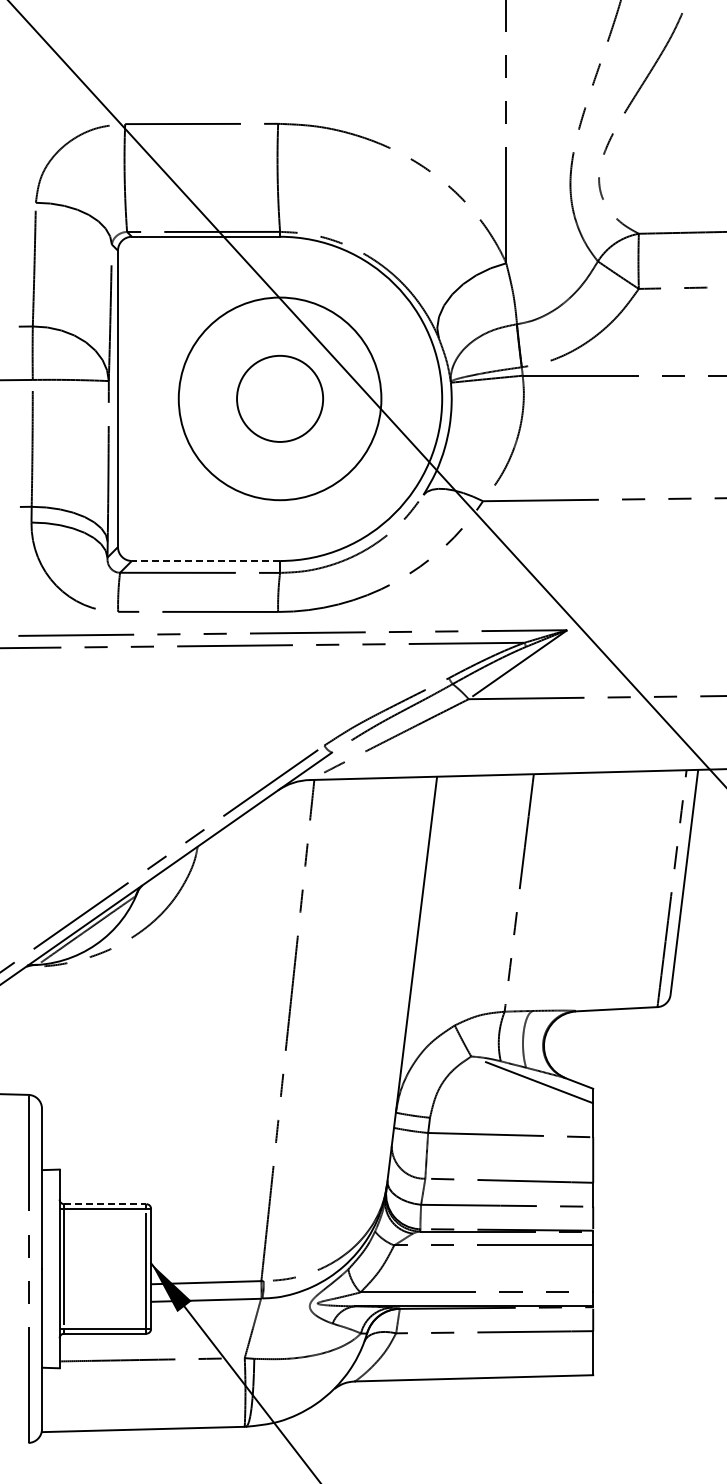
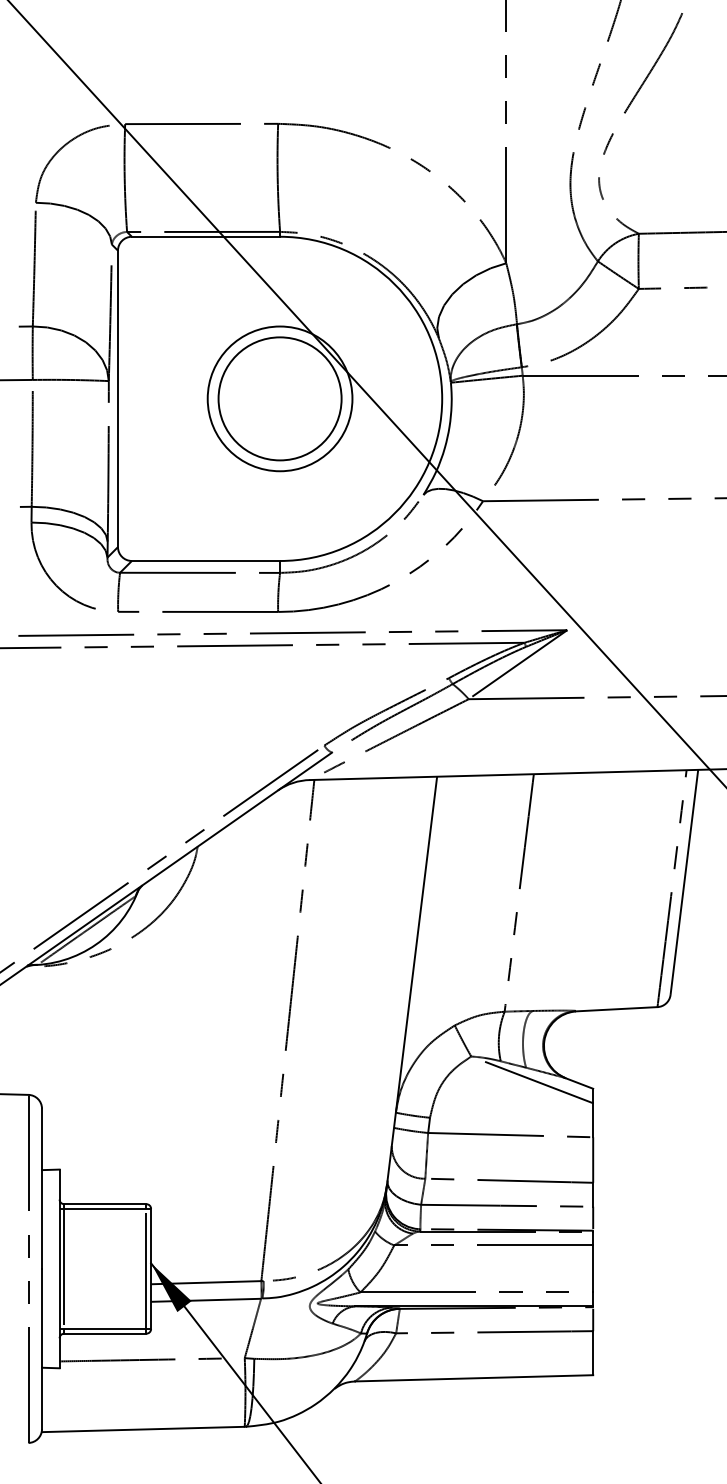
circle at (279, 398) diameter: 203 px -> 145 px
circle at (280, 398) diameter: 86 px -> 123 px
line at (205, 561): dashed -> solid
line at (105, 1204): dashed -> solid
